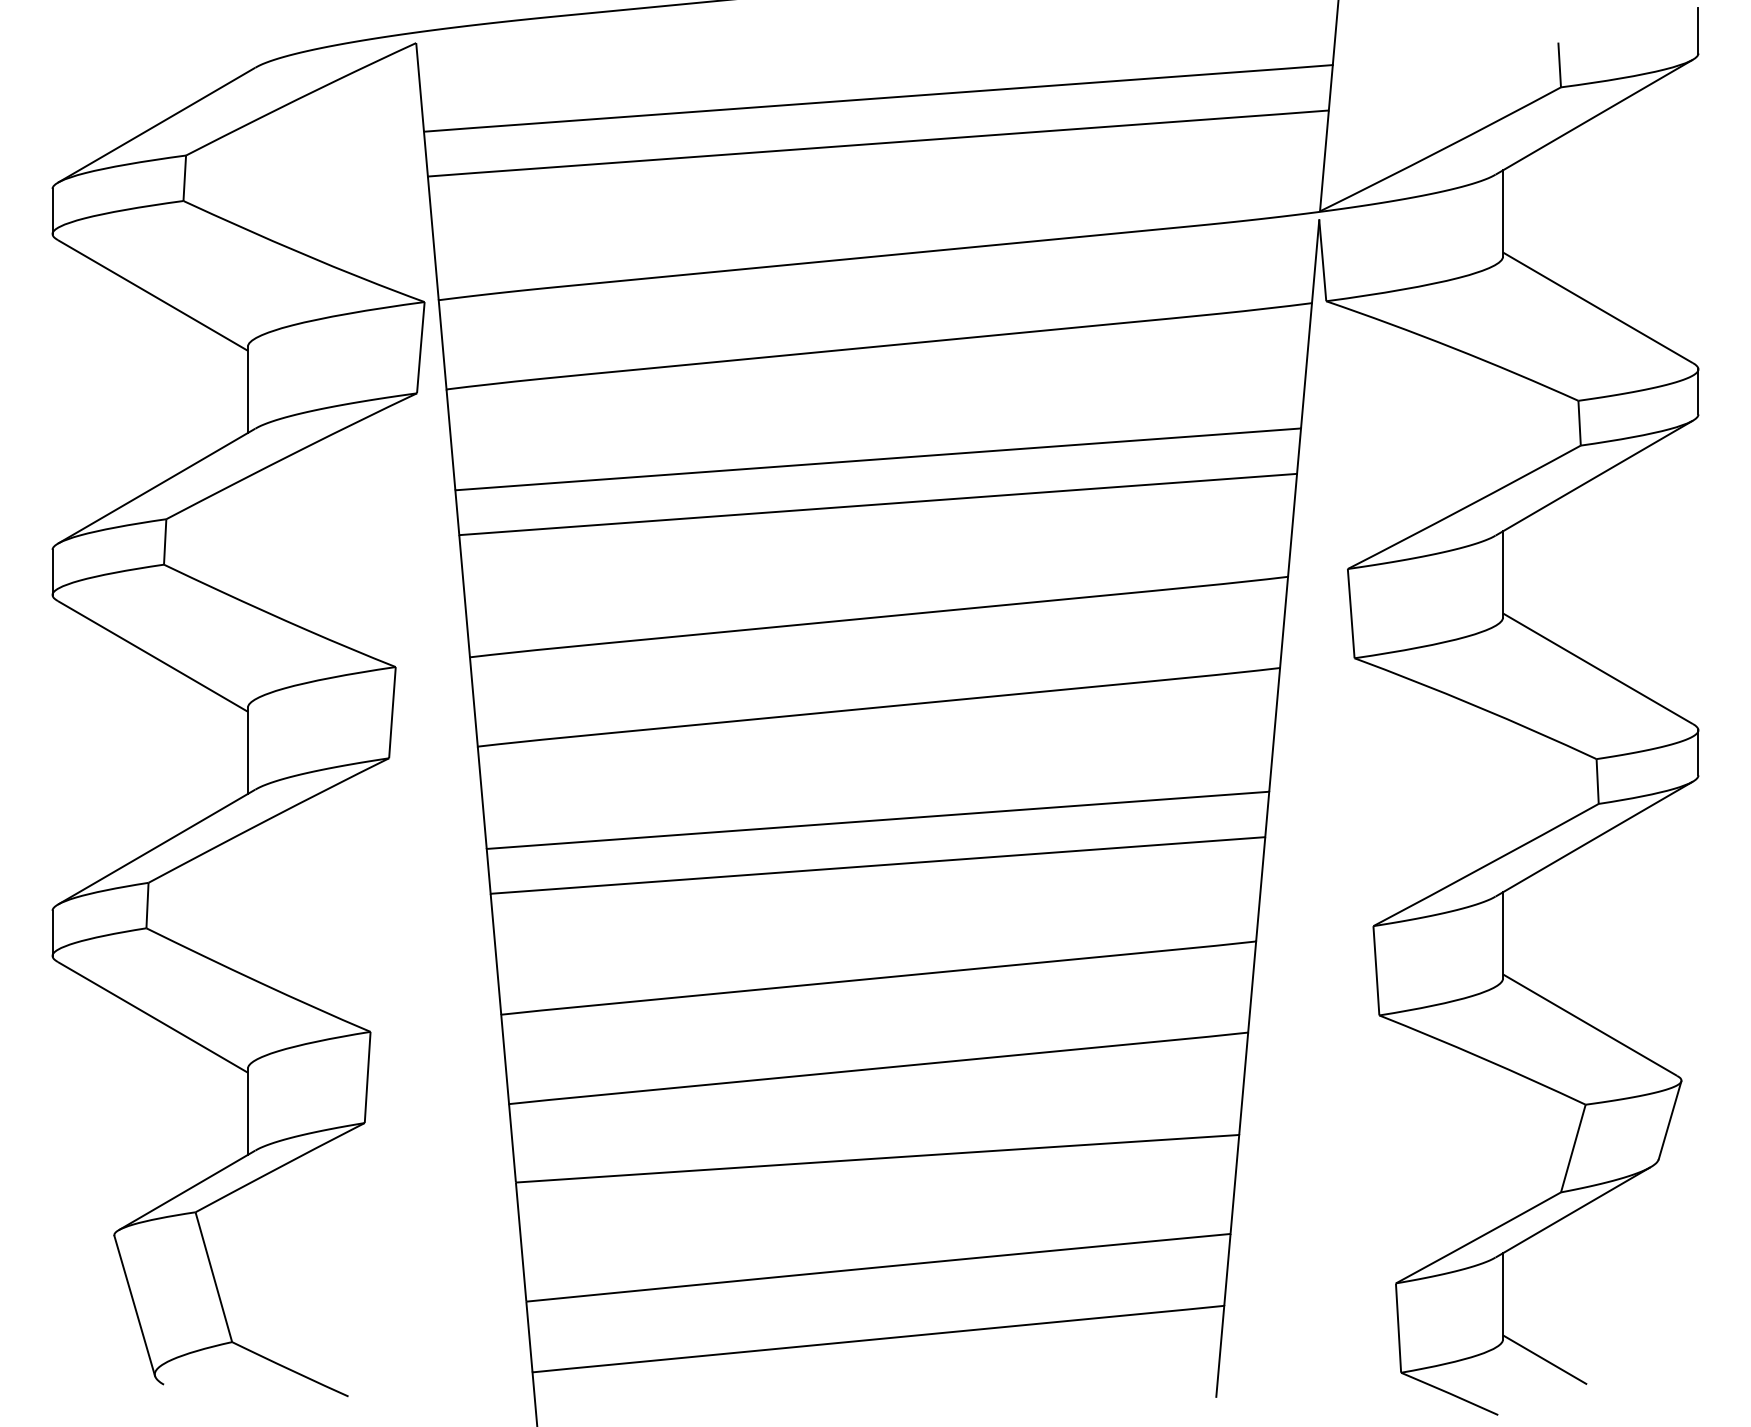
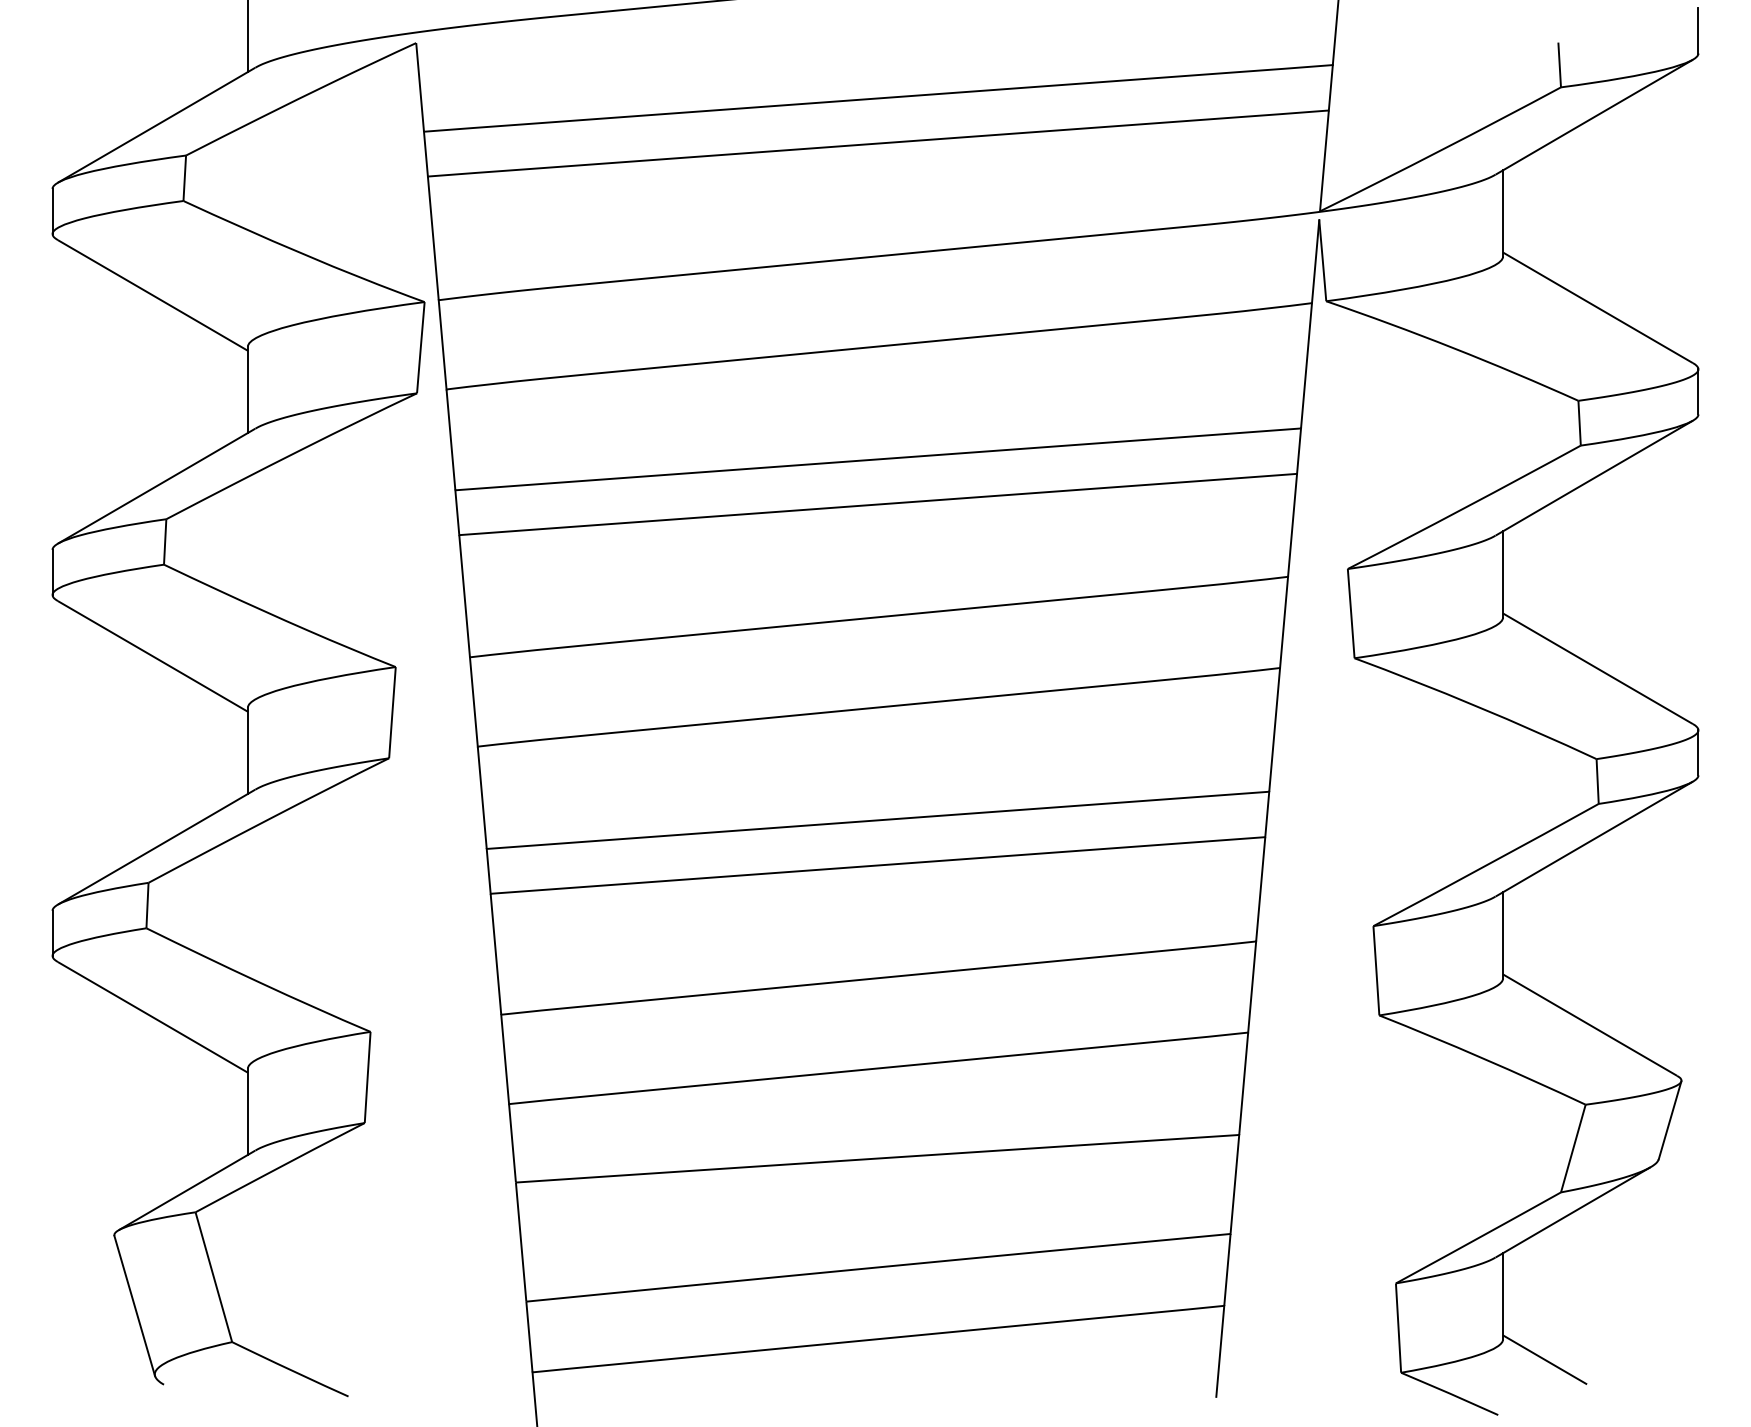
line at (247, 37): none -> present
